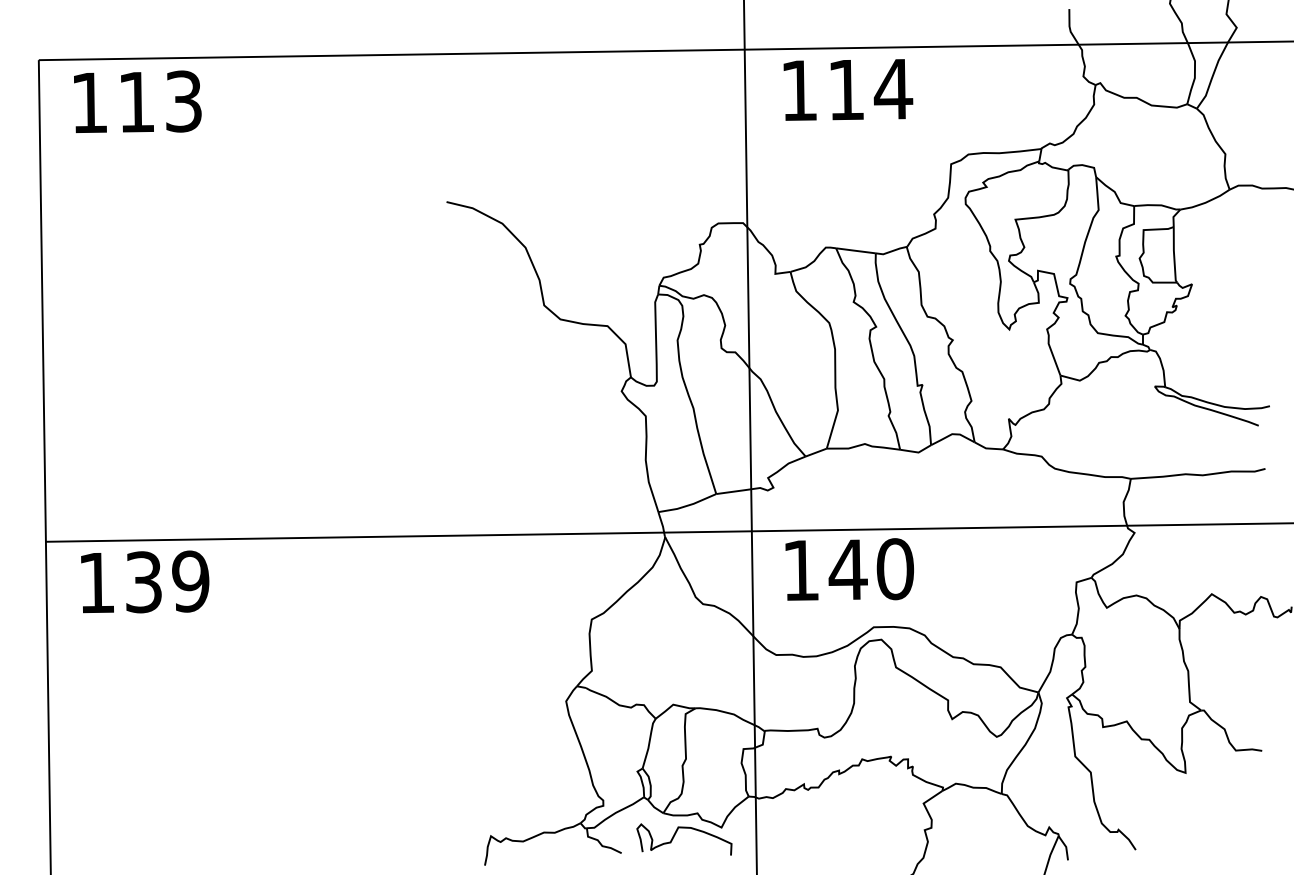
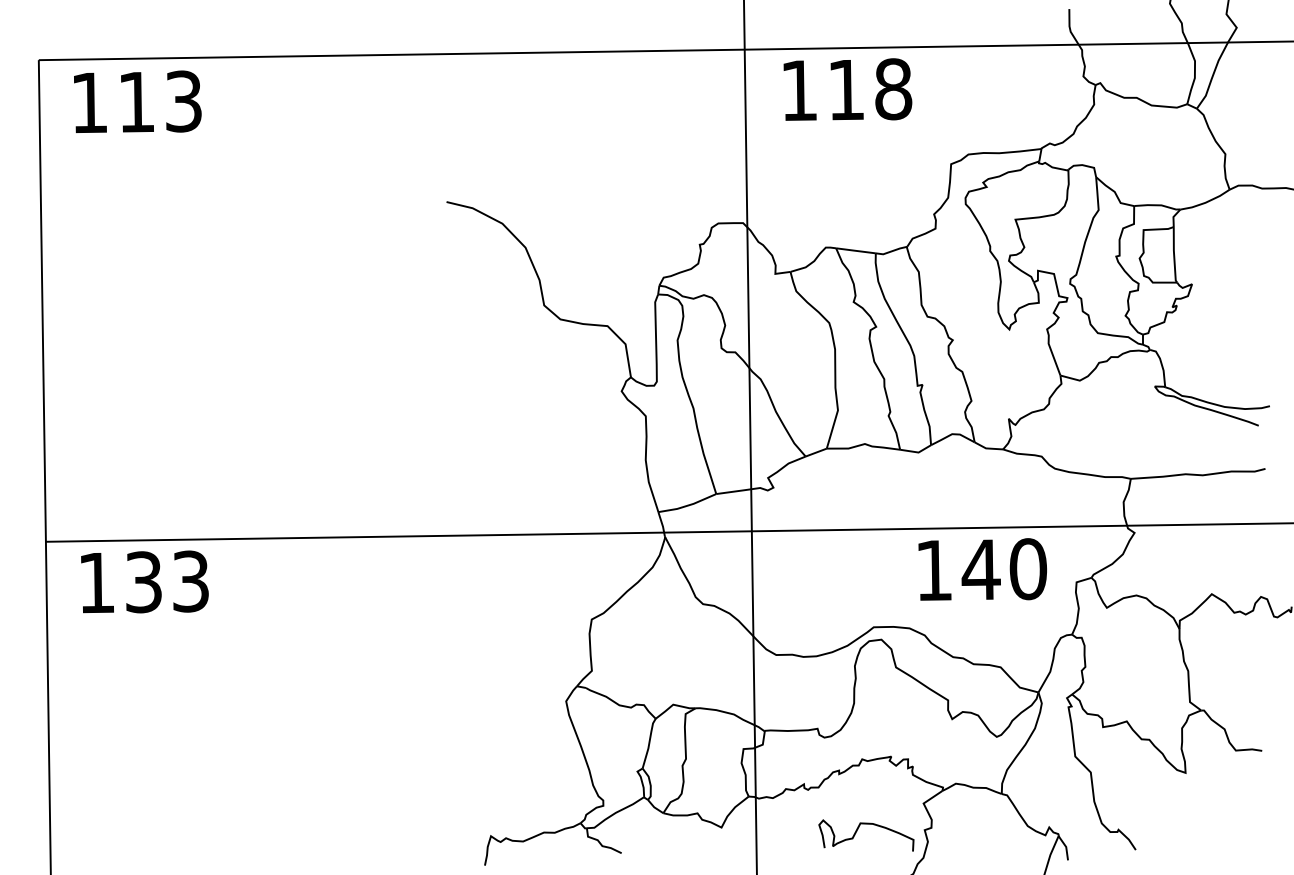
text at (893, 89): 114 -> 118
text at (849, 569) position: (849, 569) -> (982, 569)
text at (190, 581): 139 -> 133
curve at (675, 835) position: (675, 835) -> (857, 831)
